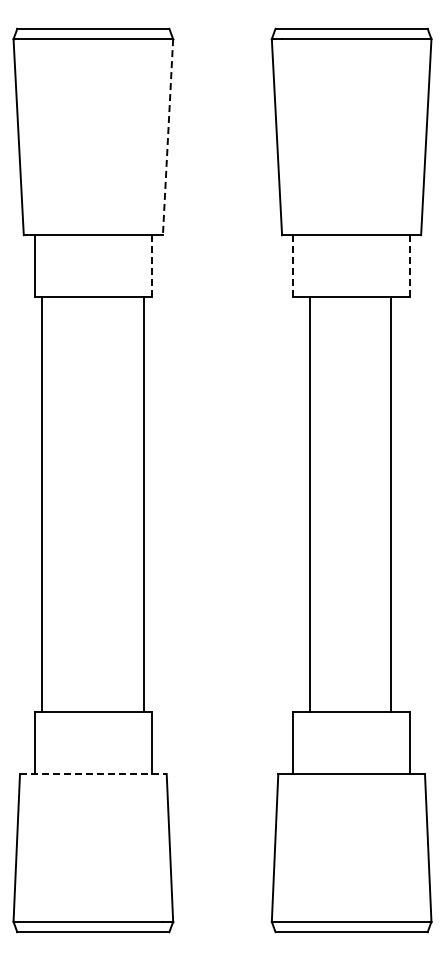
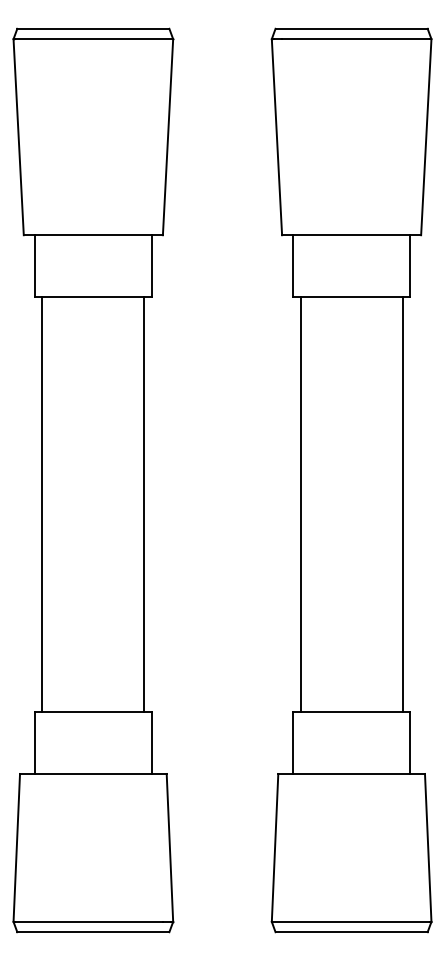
line at (168, 137): dashed -> solid
line at (151, 266): dashed -> solid
line at (293, 266): dashed -> solid
line at (410, 266): dashed -> solid
line at (309, 504) position: (309, 504) -> (300, 504)
line at (390, 504) position: (390, 504) -> (402, 504)
line at (93, 773): dashed -> solid
